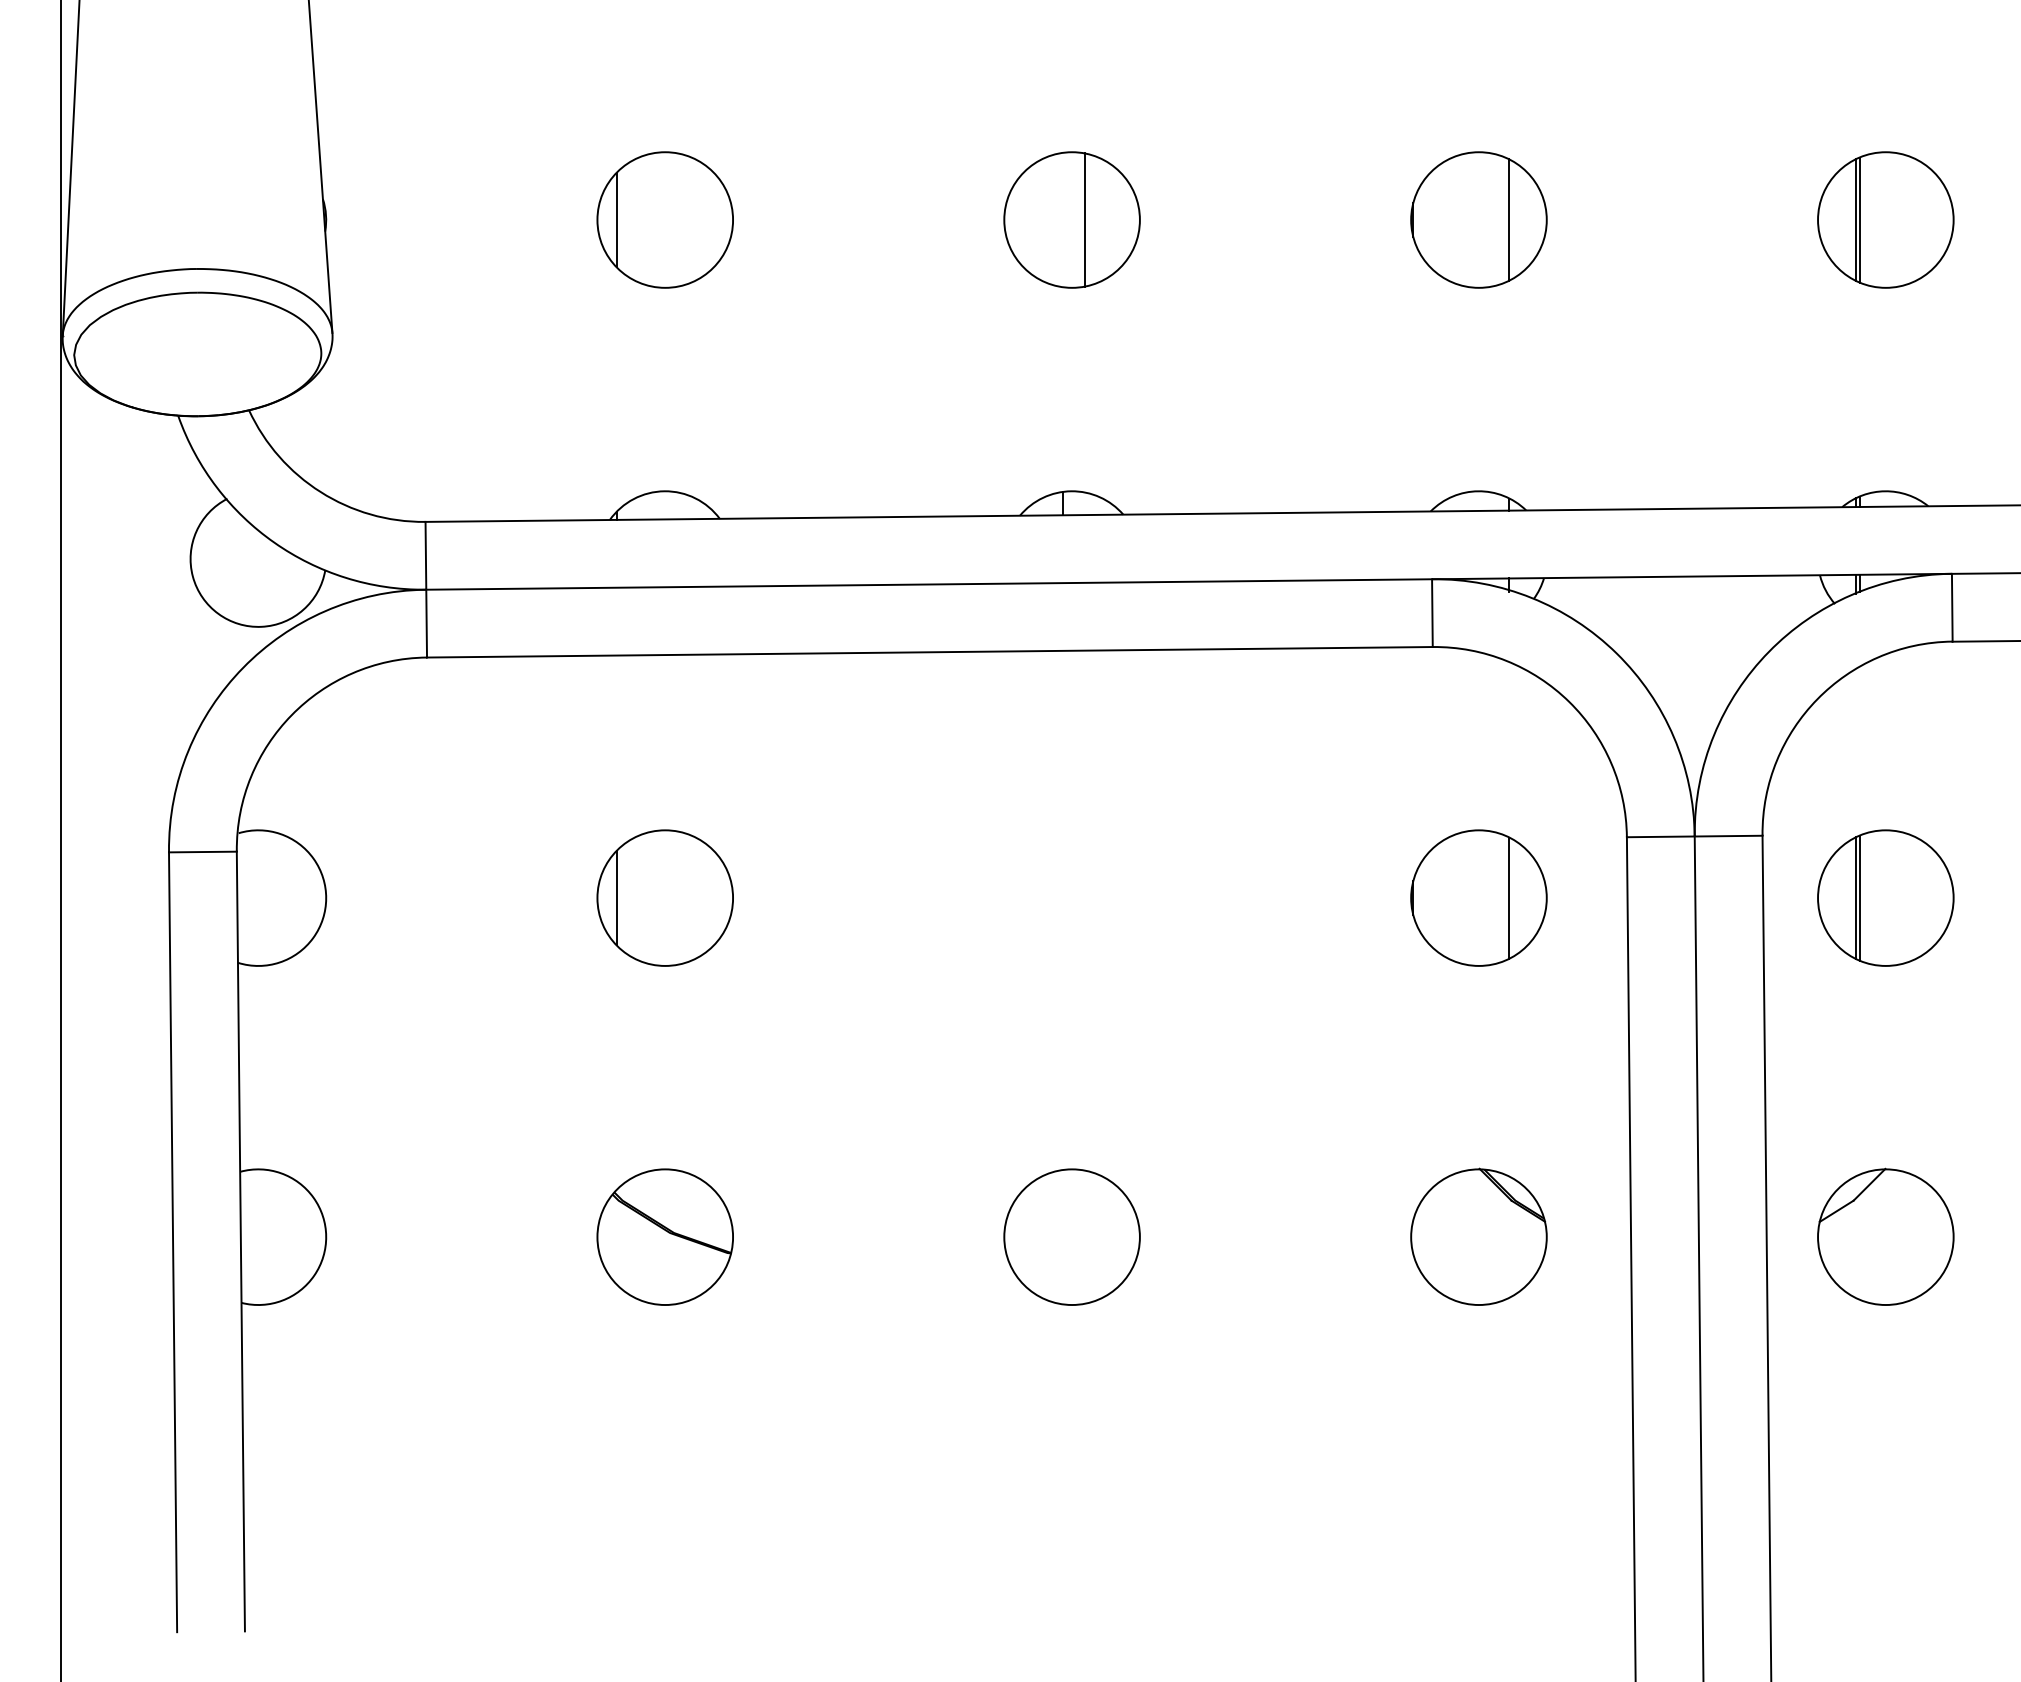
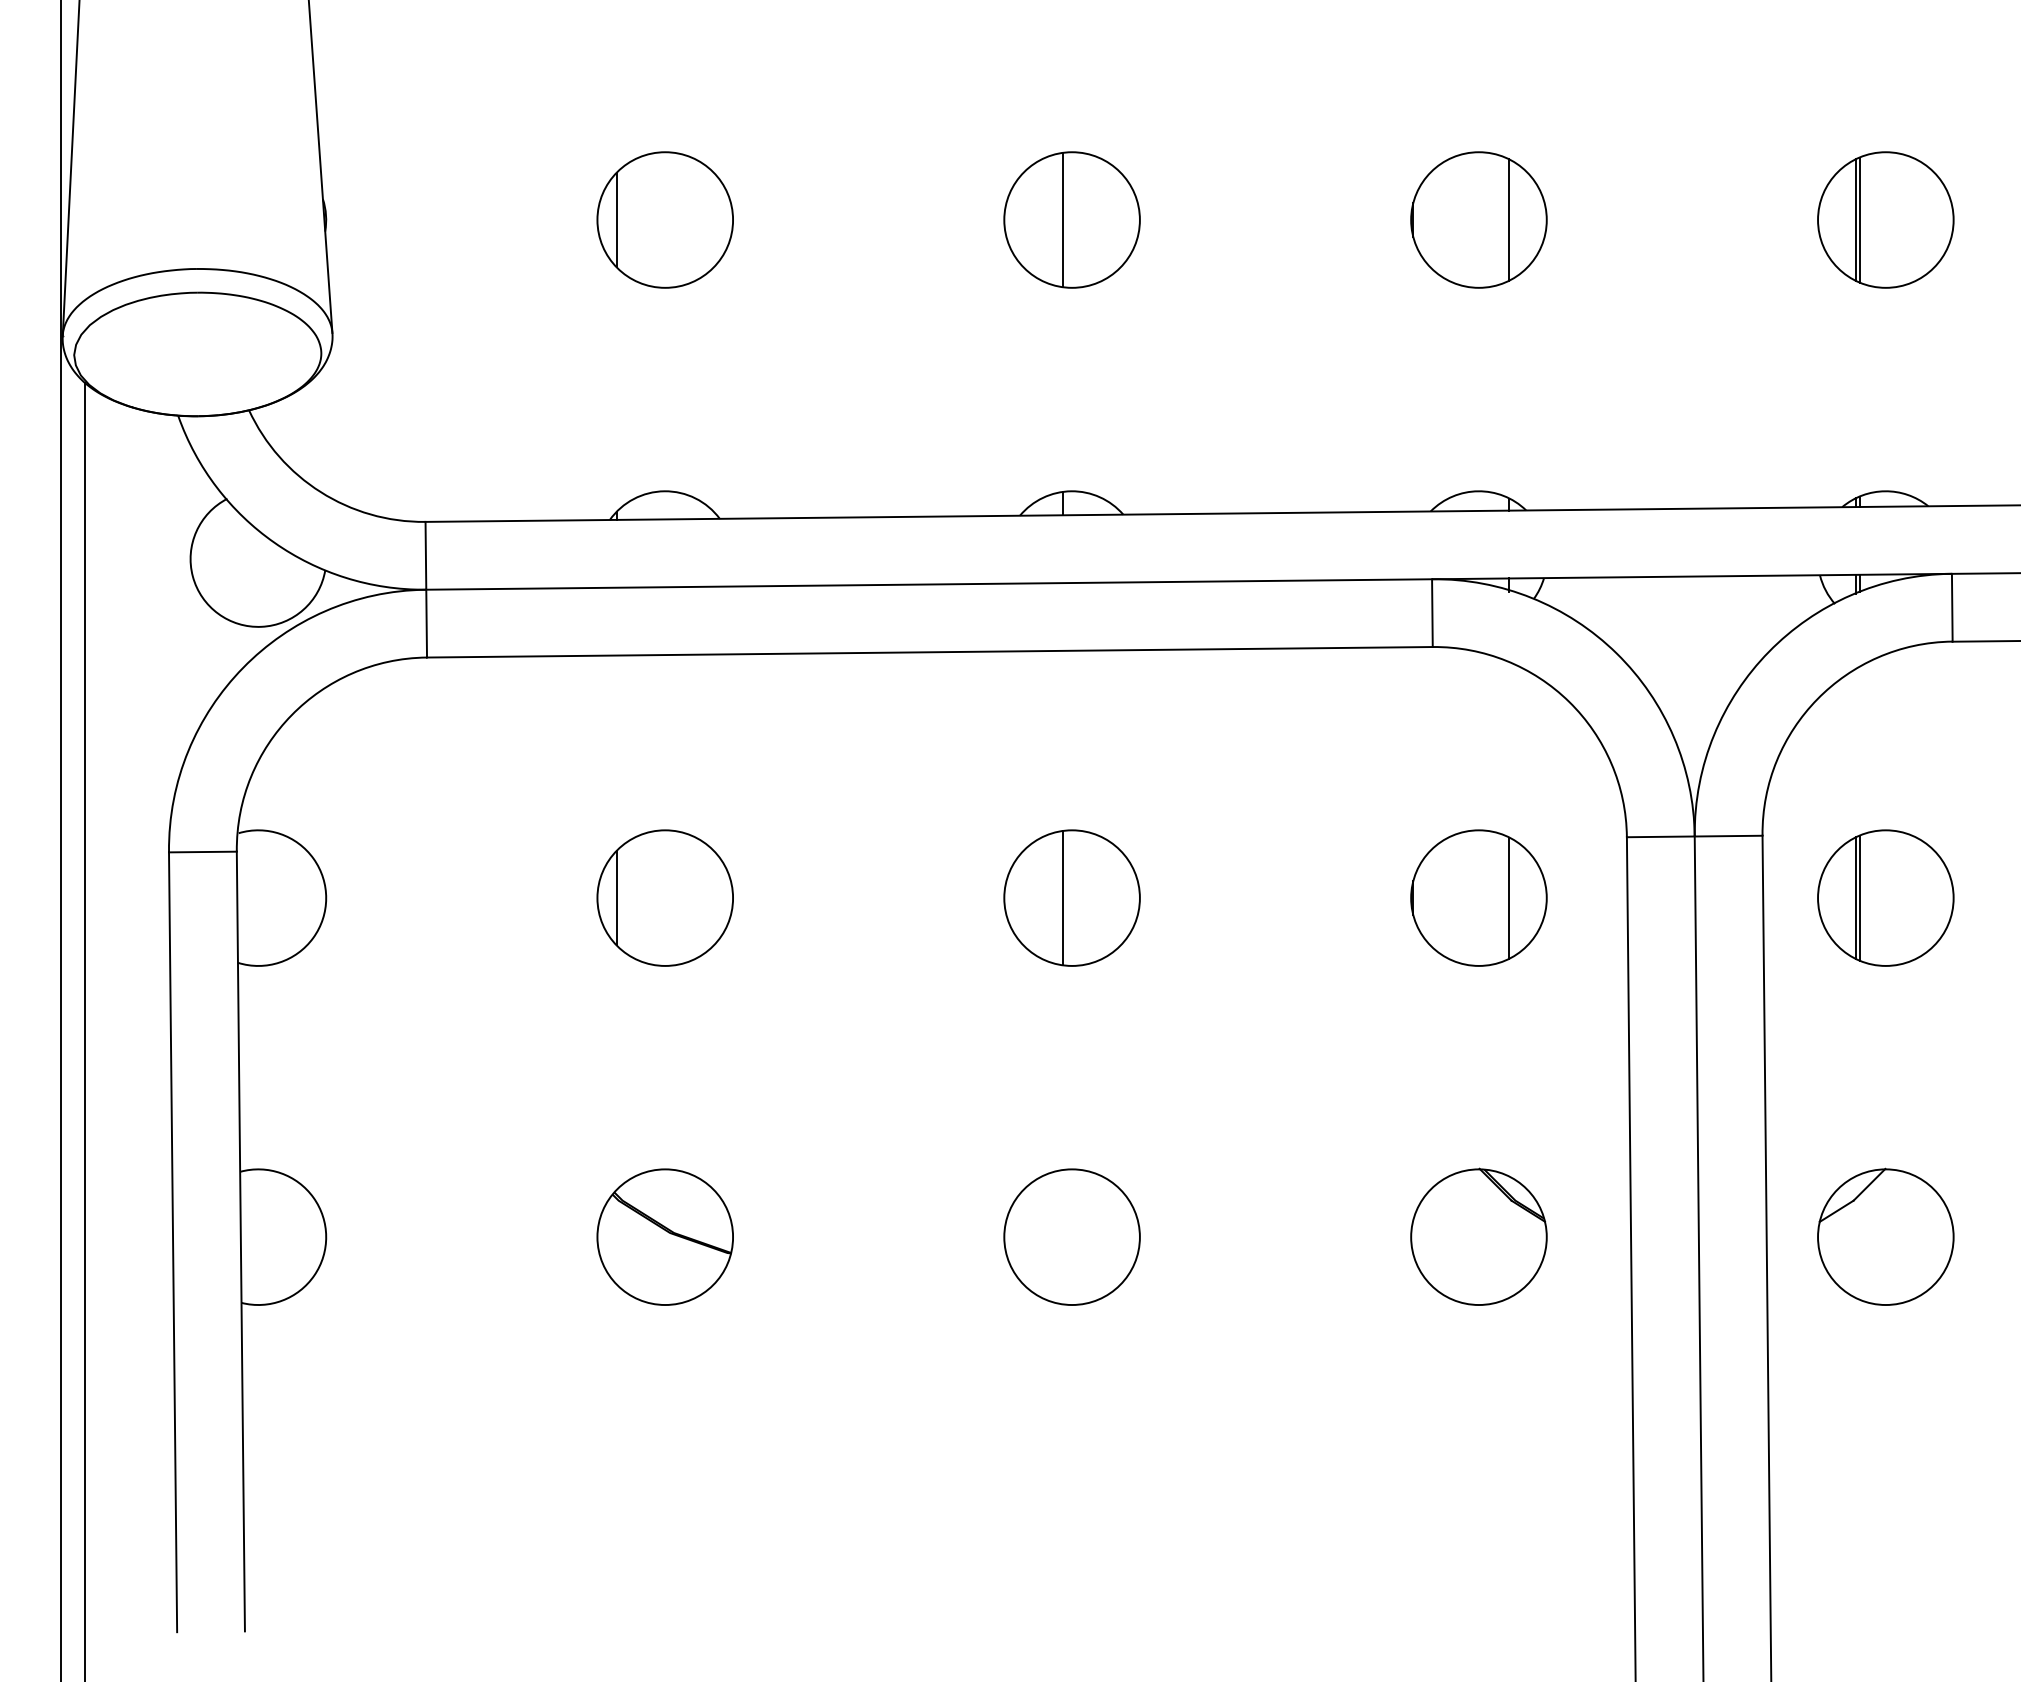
line at (1084, 219) position: (1084, 219) -> (1062, 219)
part at (1071, 897): none -> present
line at (85, 1030): none -> present
